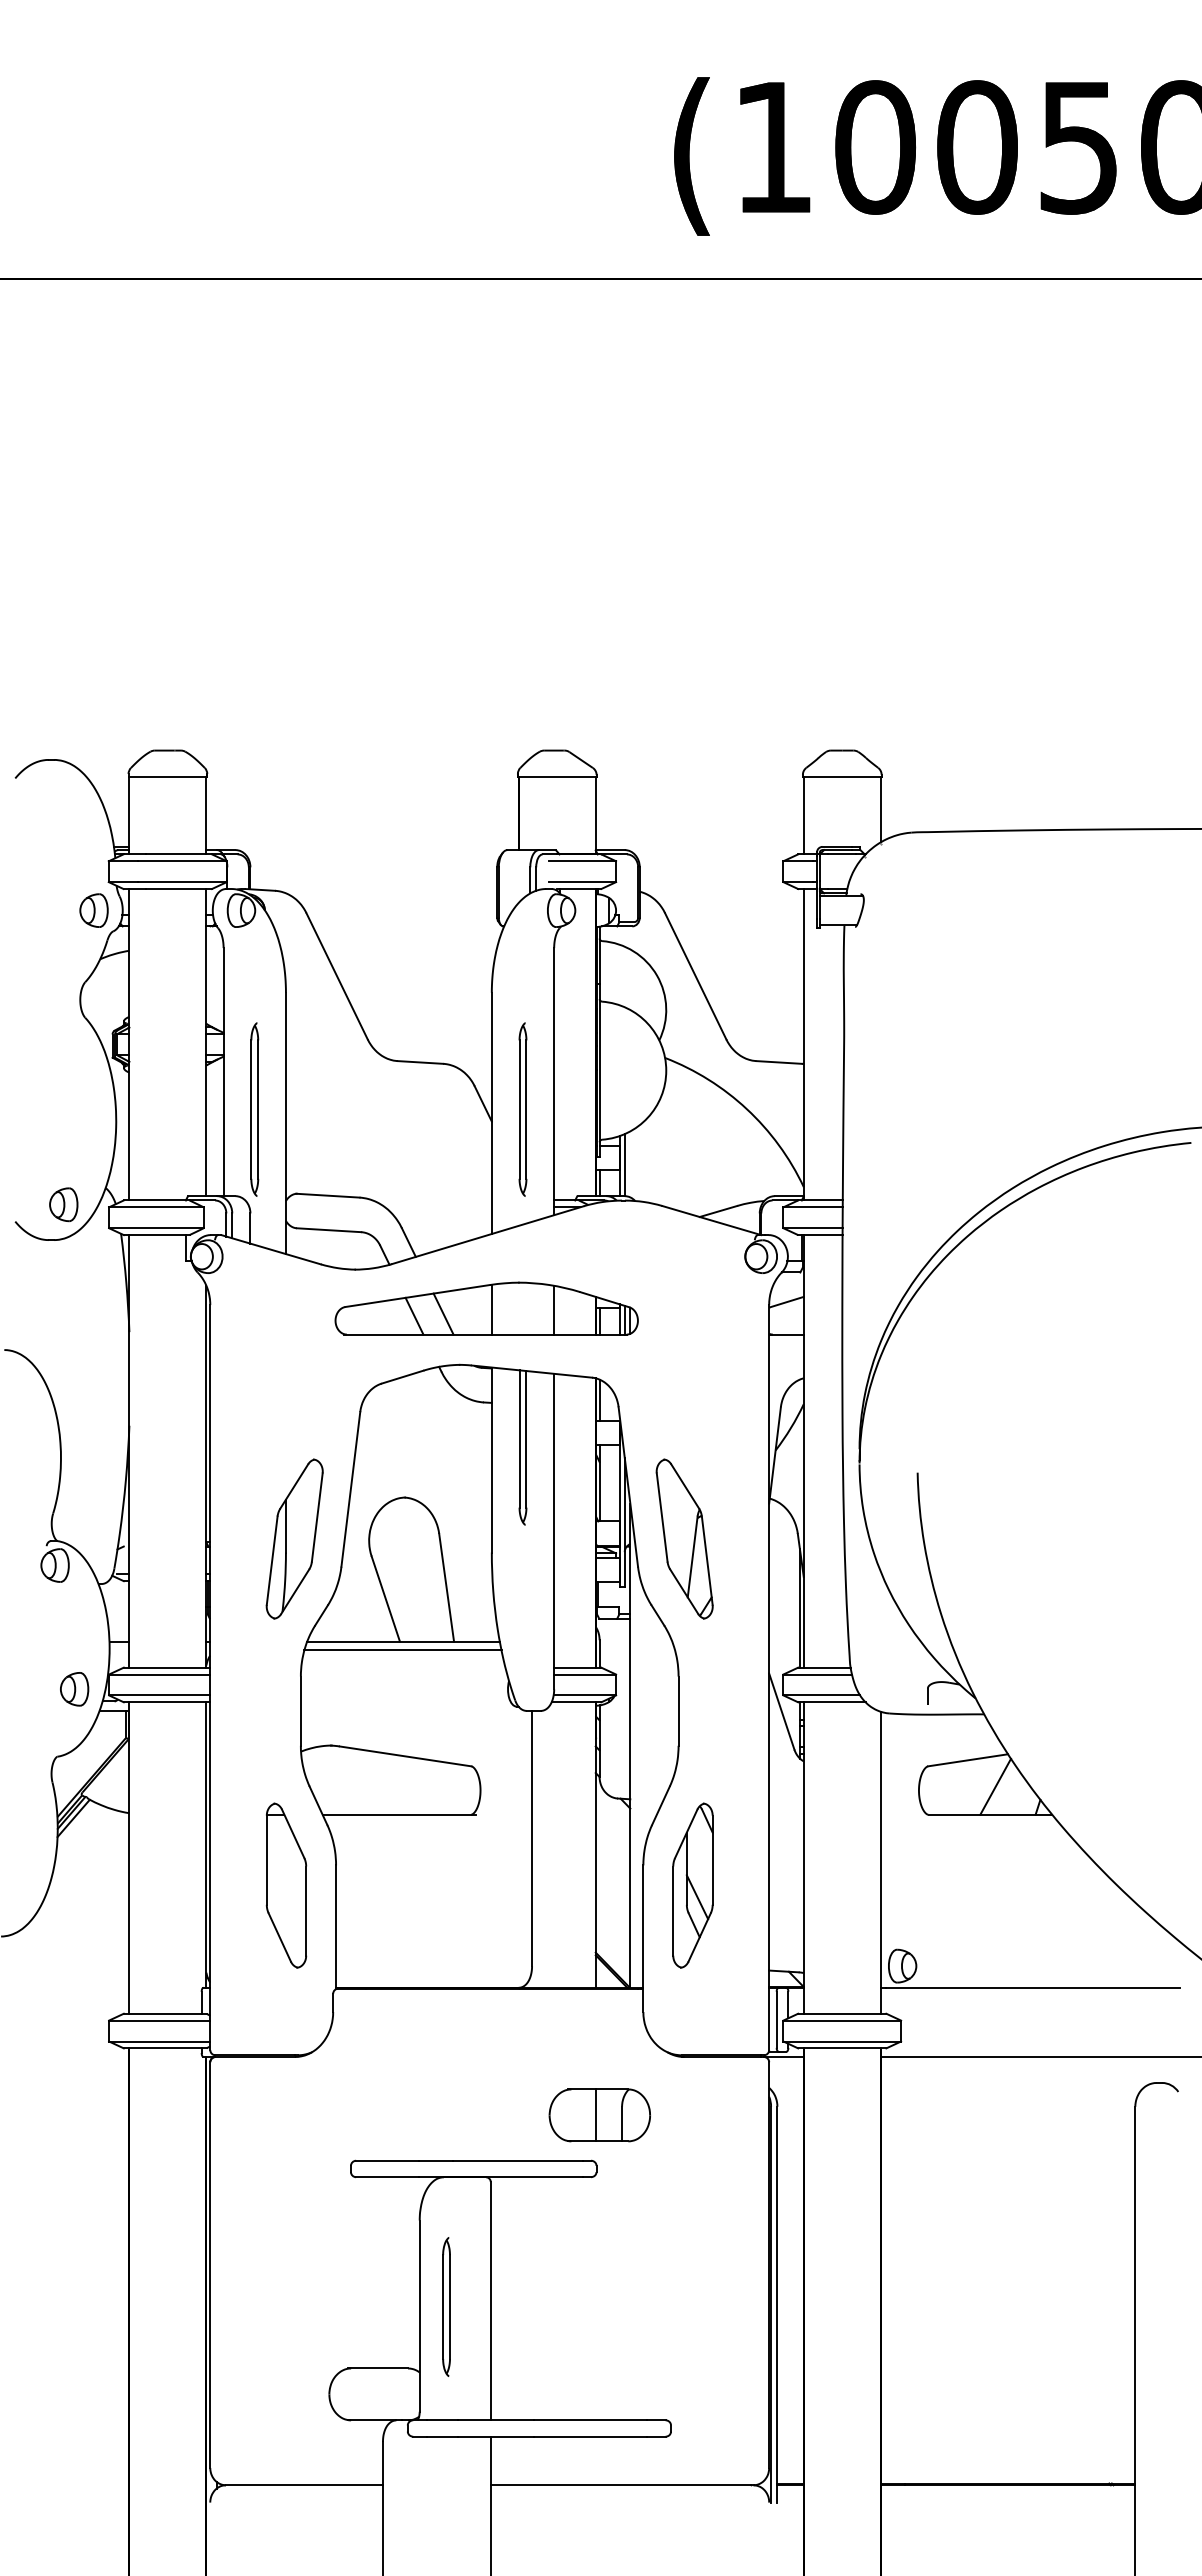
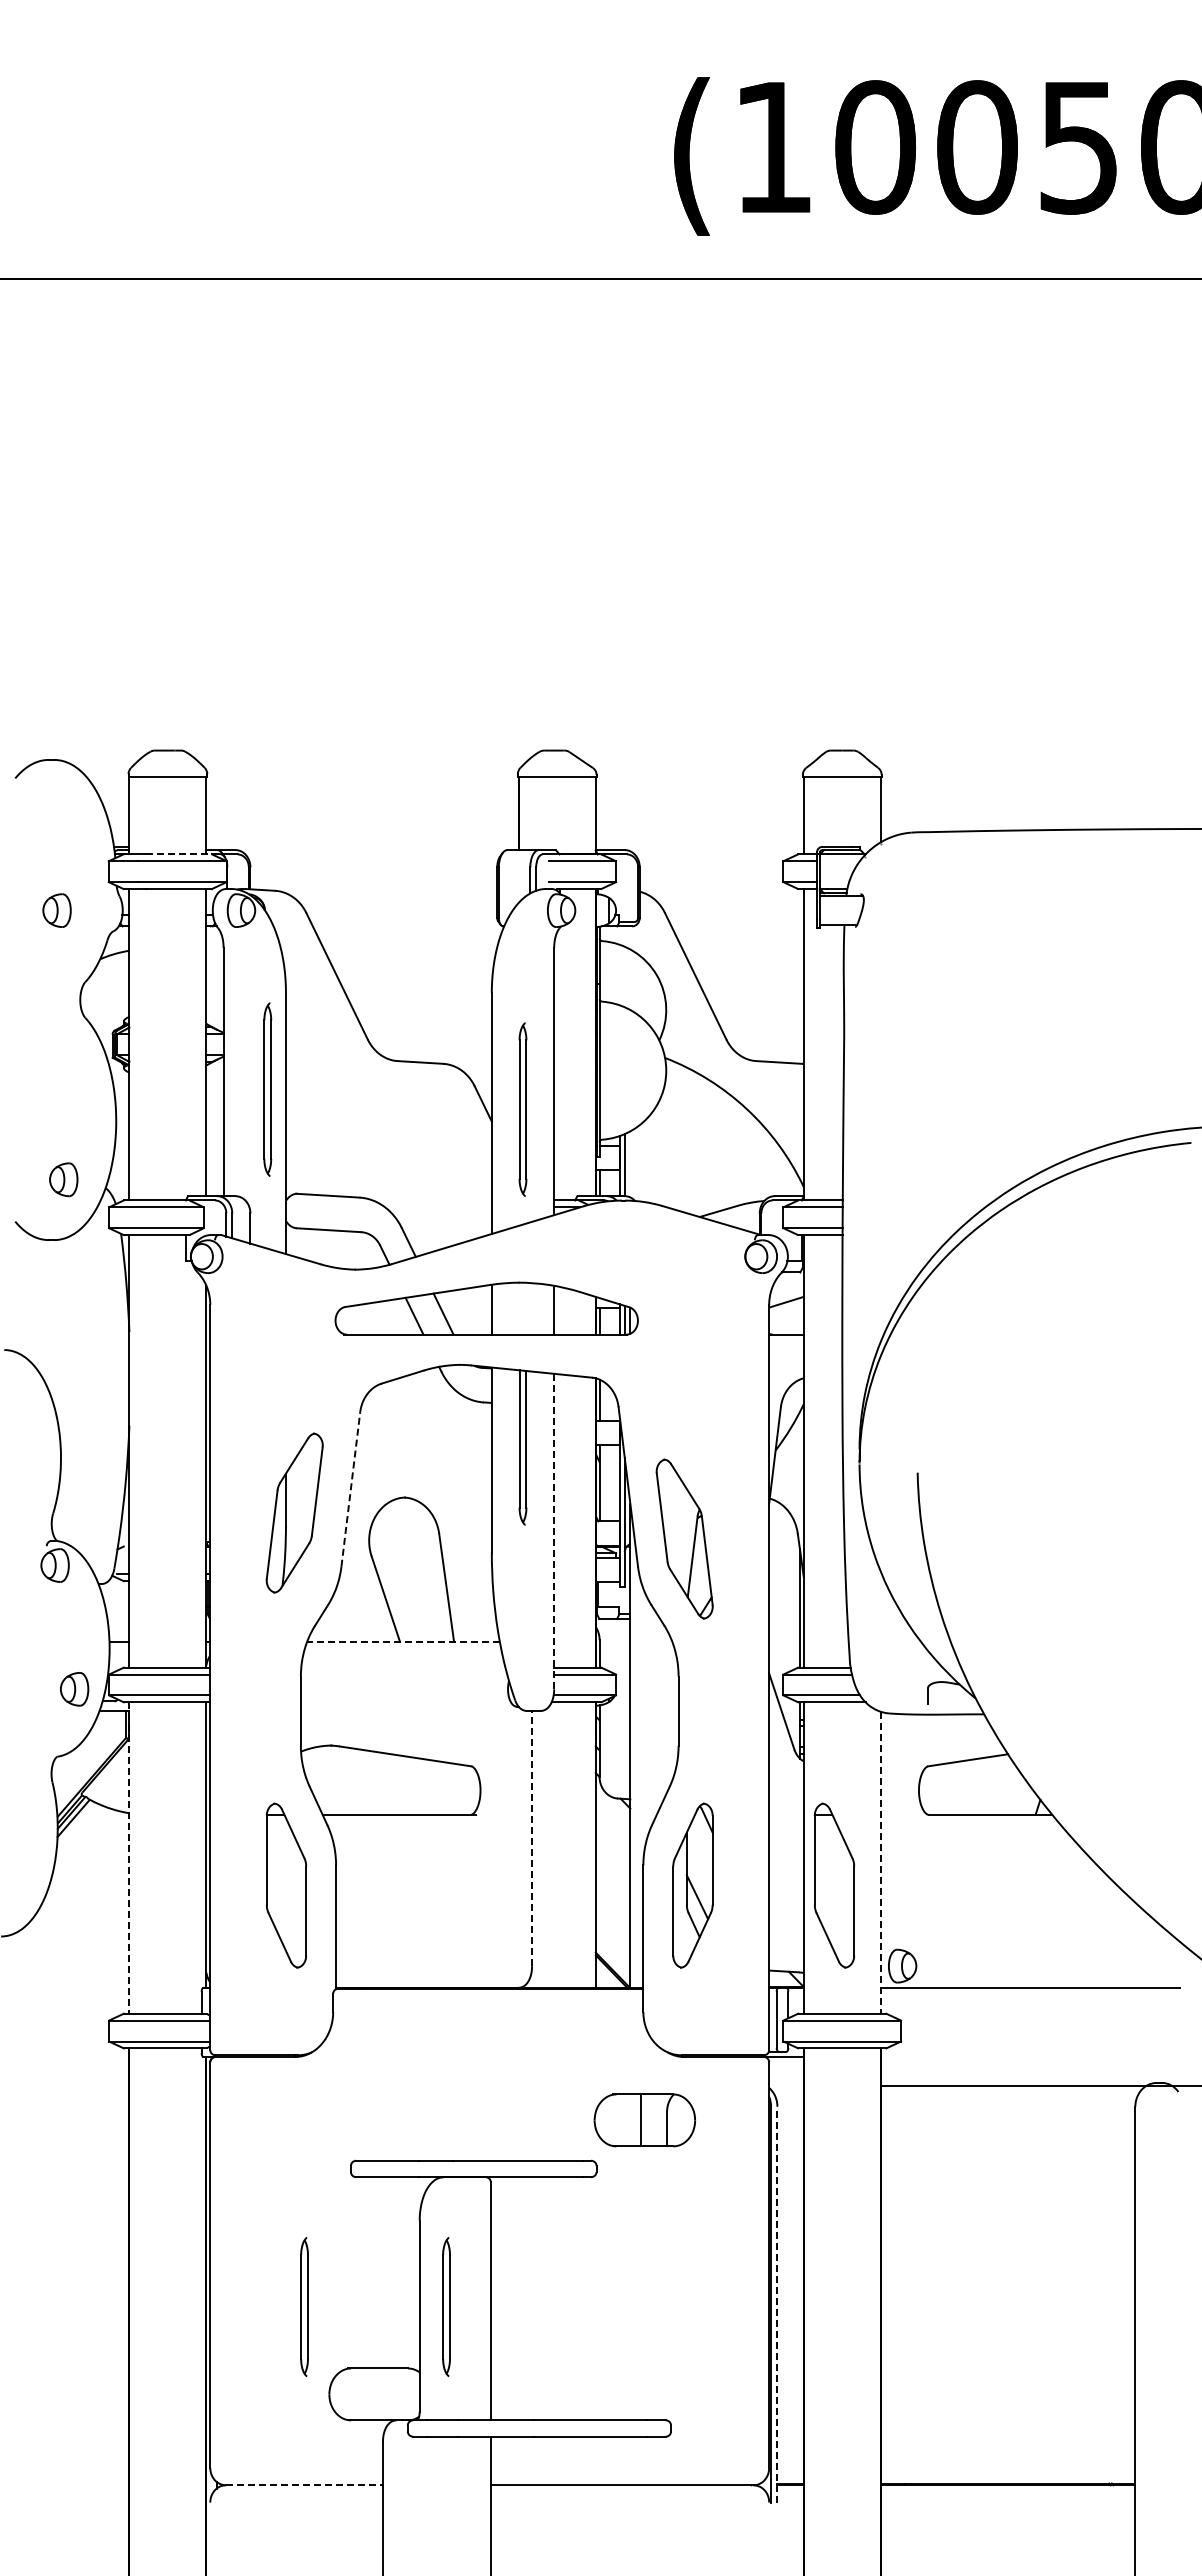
line at (179, 854): solid -> dashed
part at (93, 910) position: (93, 910) -> (56, 910)
part at (254, 1109) position: (254, 1109) -> (267, 1089)
part at (63, 1204) position: (63, 1204) -> (63, 1179)
line at (350, 1489): solid -> dashed
line at (554, 1531): solid -> dashed
part at (294, 1538) position: (294, 1538) -> (294, 1512)
line at (403, 1641): solid -> dashed
line at (402, 1650): present -> none
line at (995, 1786): present -> none
line at (532, 1838): solid -> dashed
line at (129, 1858): solid -> dashed
line at (880, 1862): solid -> dashed
part at (834, 1885): none -> present
line at (1039, 2057) position: (1039, 2057) -> (1039, 2086)
part at (599, 2115) position: (599, 2115) -> (644, 2120)
line at (777, 2304): solid -> dashed
part at (304, 2306): none -> present
line at (304, 2485): solid -> dashed
